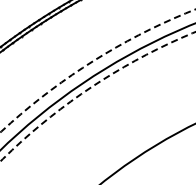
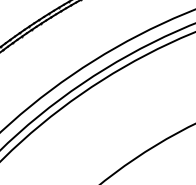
arc at (92, 61): dashed -> solid
arc at (91, 87): dashed -> solid
